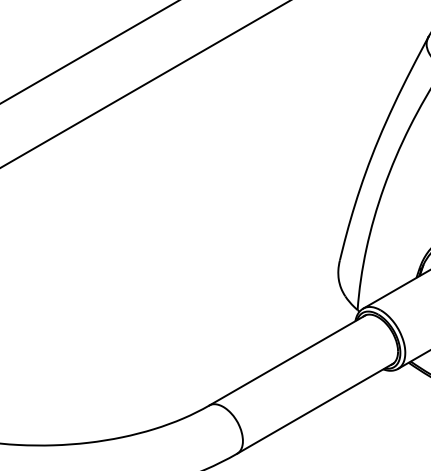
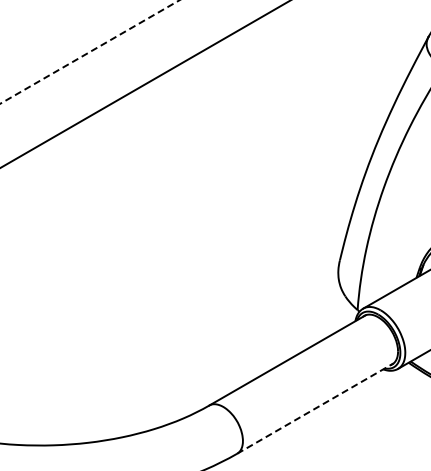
line at (90, 51): solid -> dashed
line at (315, 408): solid -> dashed
